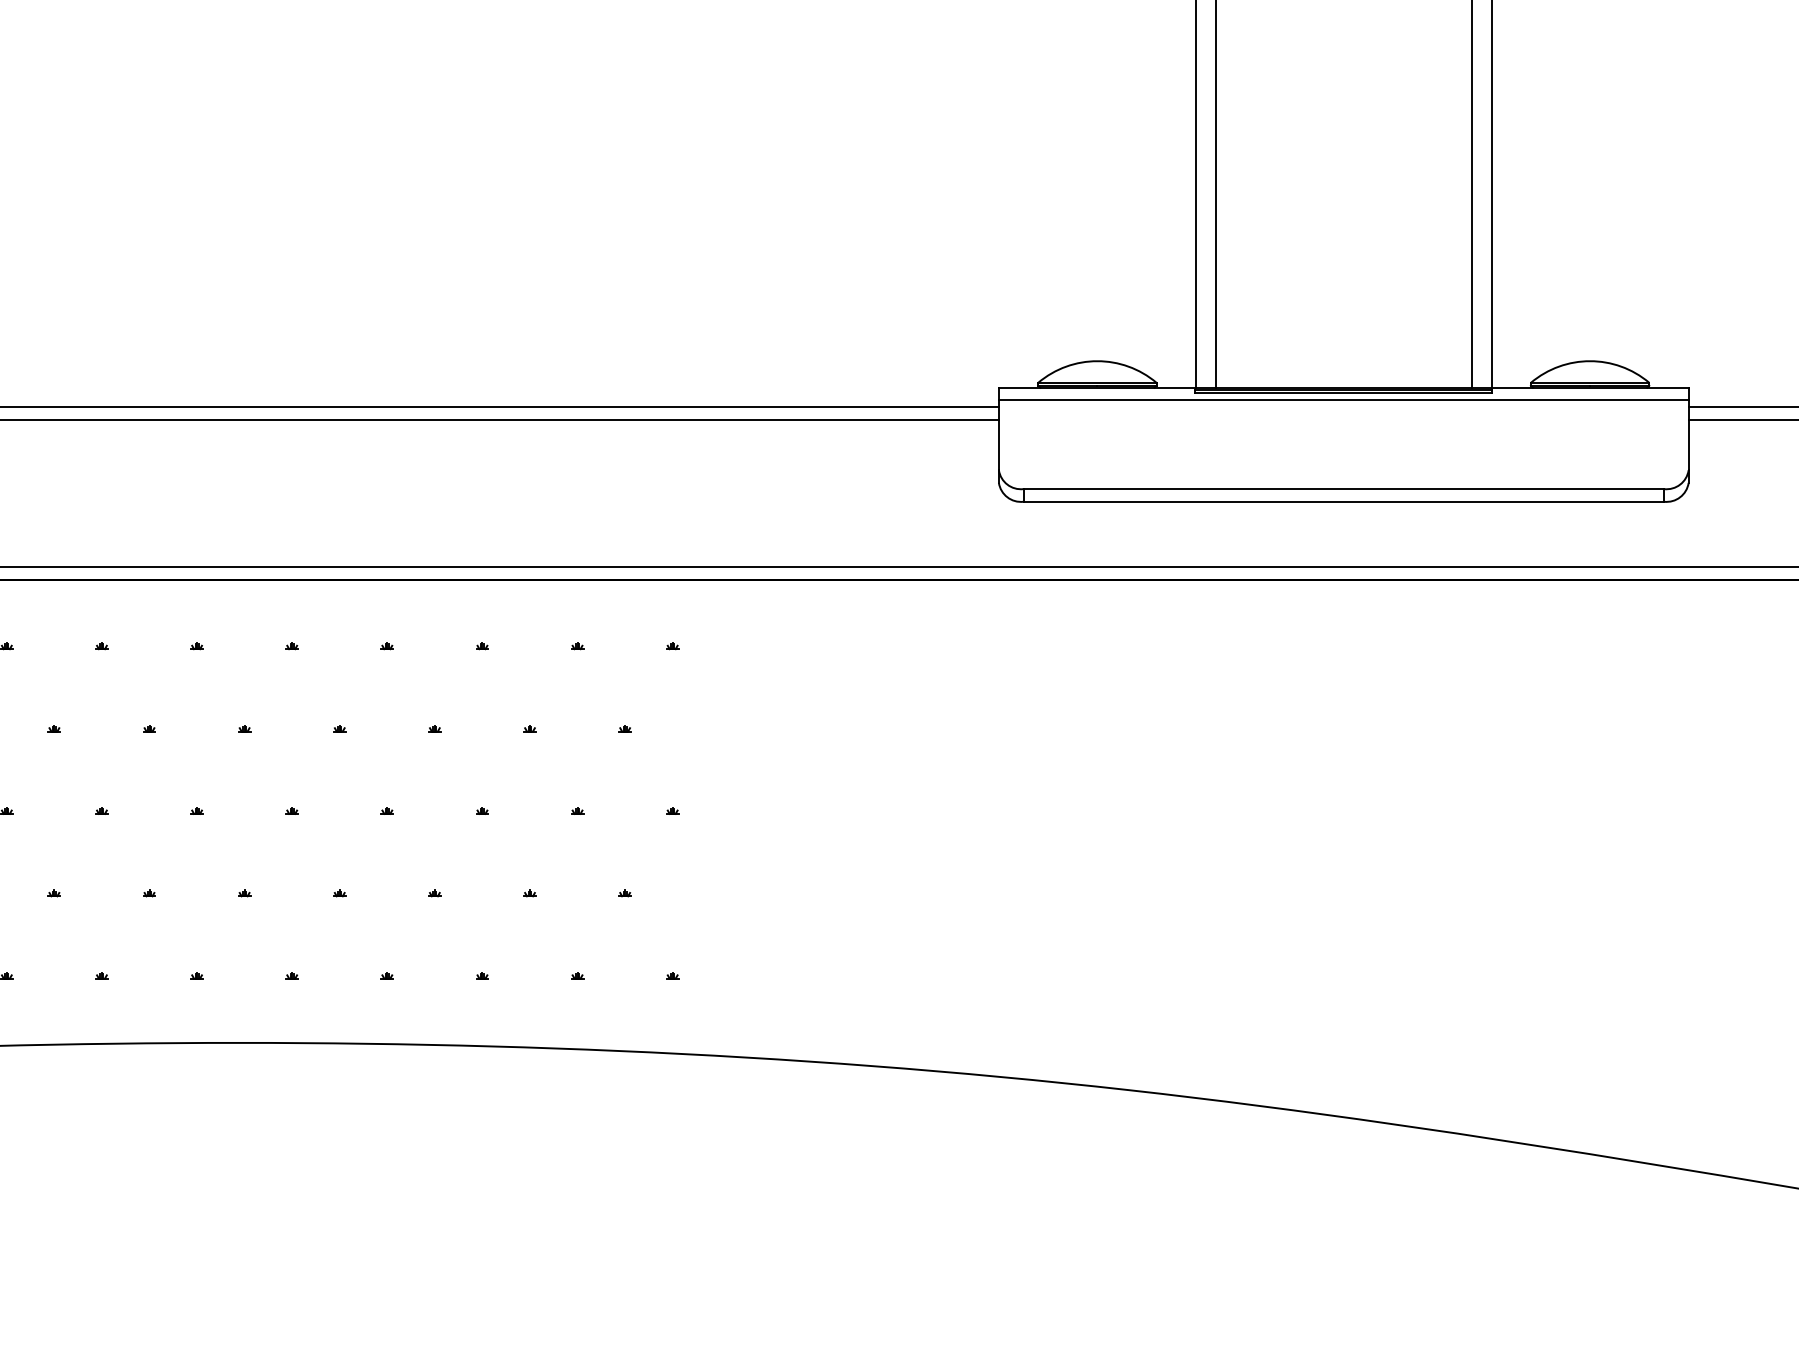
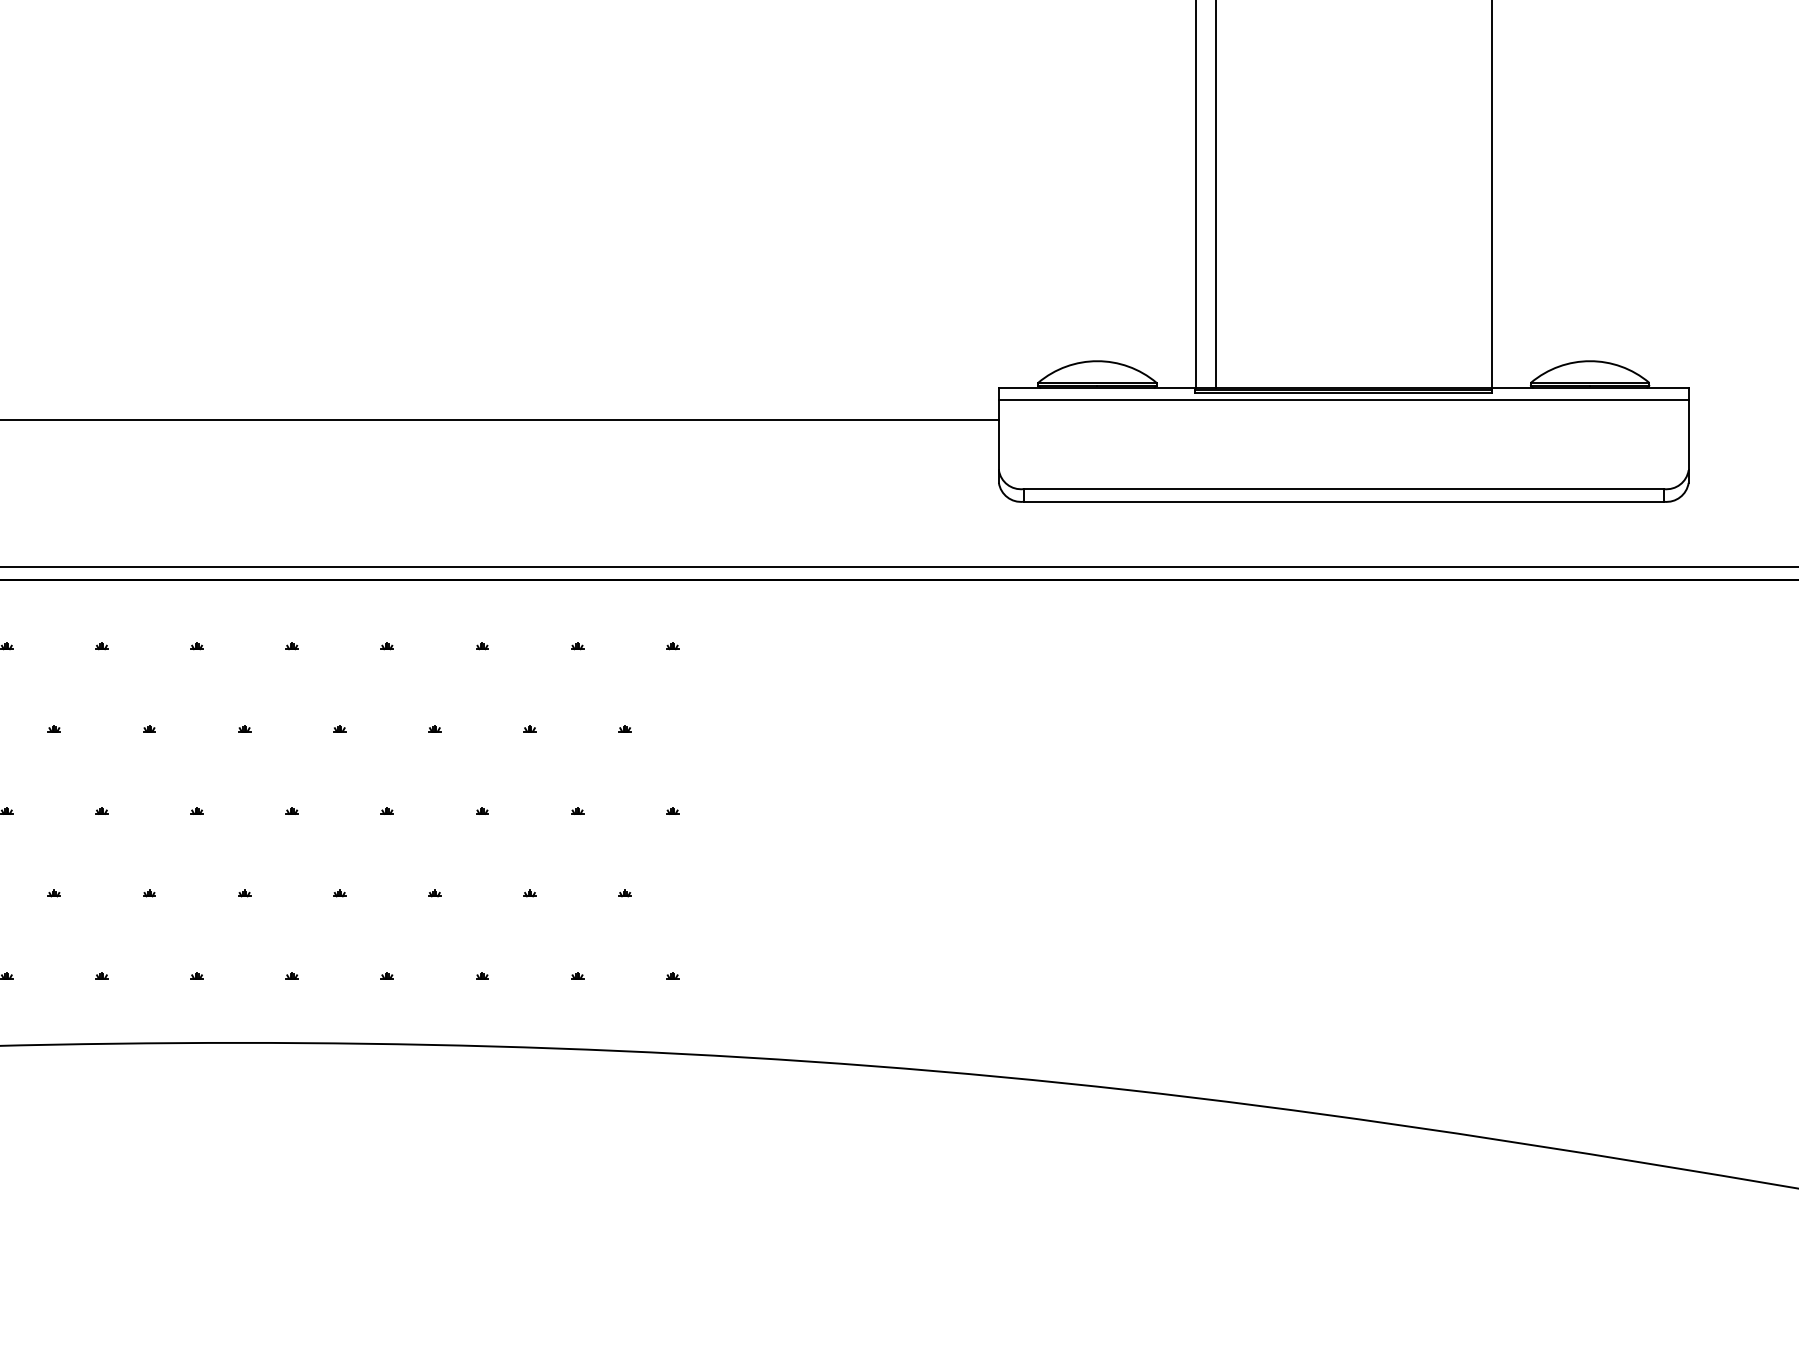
line at (1471, 194): present -> none
line at (500, 407): present -> none
line at (1741, 407): present -> none
line at (1741, 419): present -> none
